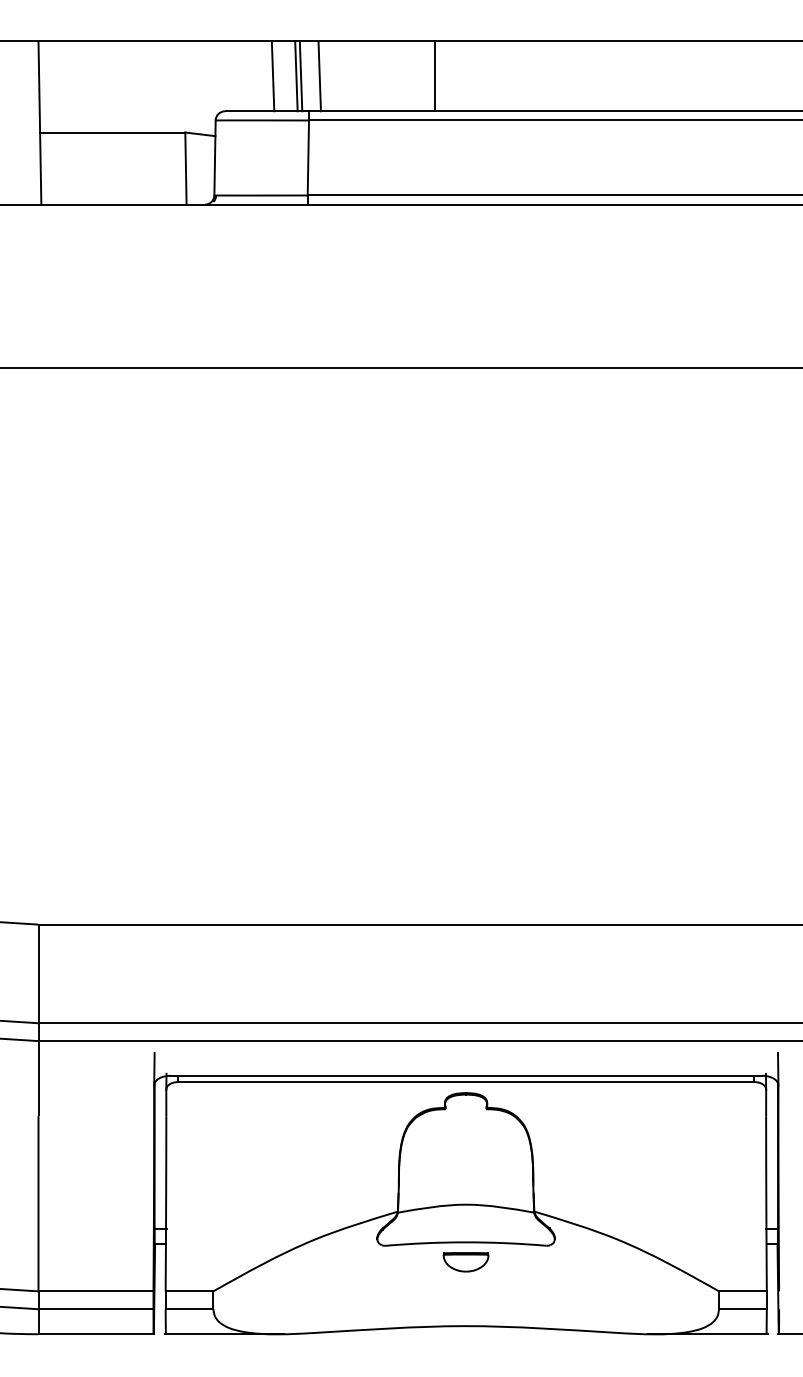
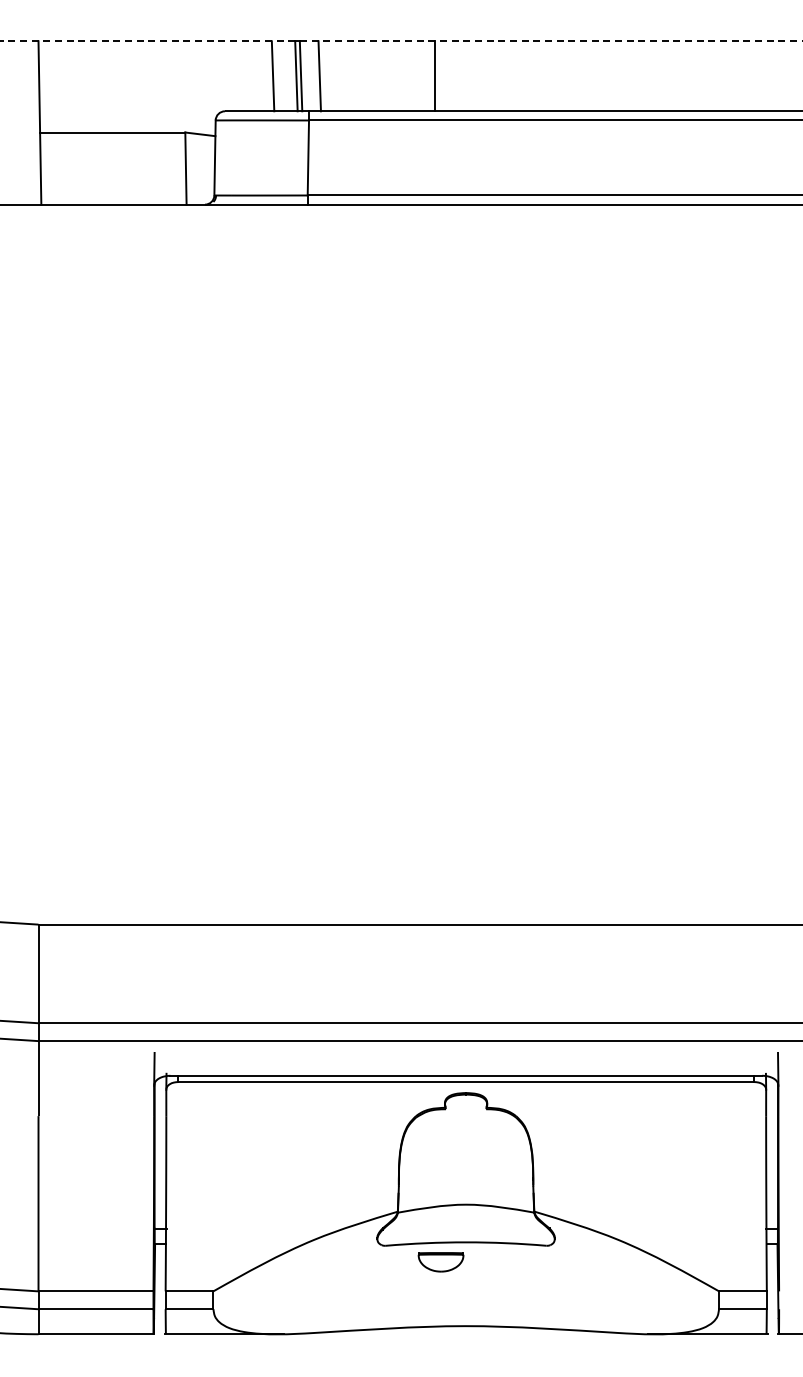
line at (401, 41): solid -> dashed
line at (400, 368): present -> none
part at (465, 1262) position: (465, 1262) -> (440, 1262)
